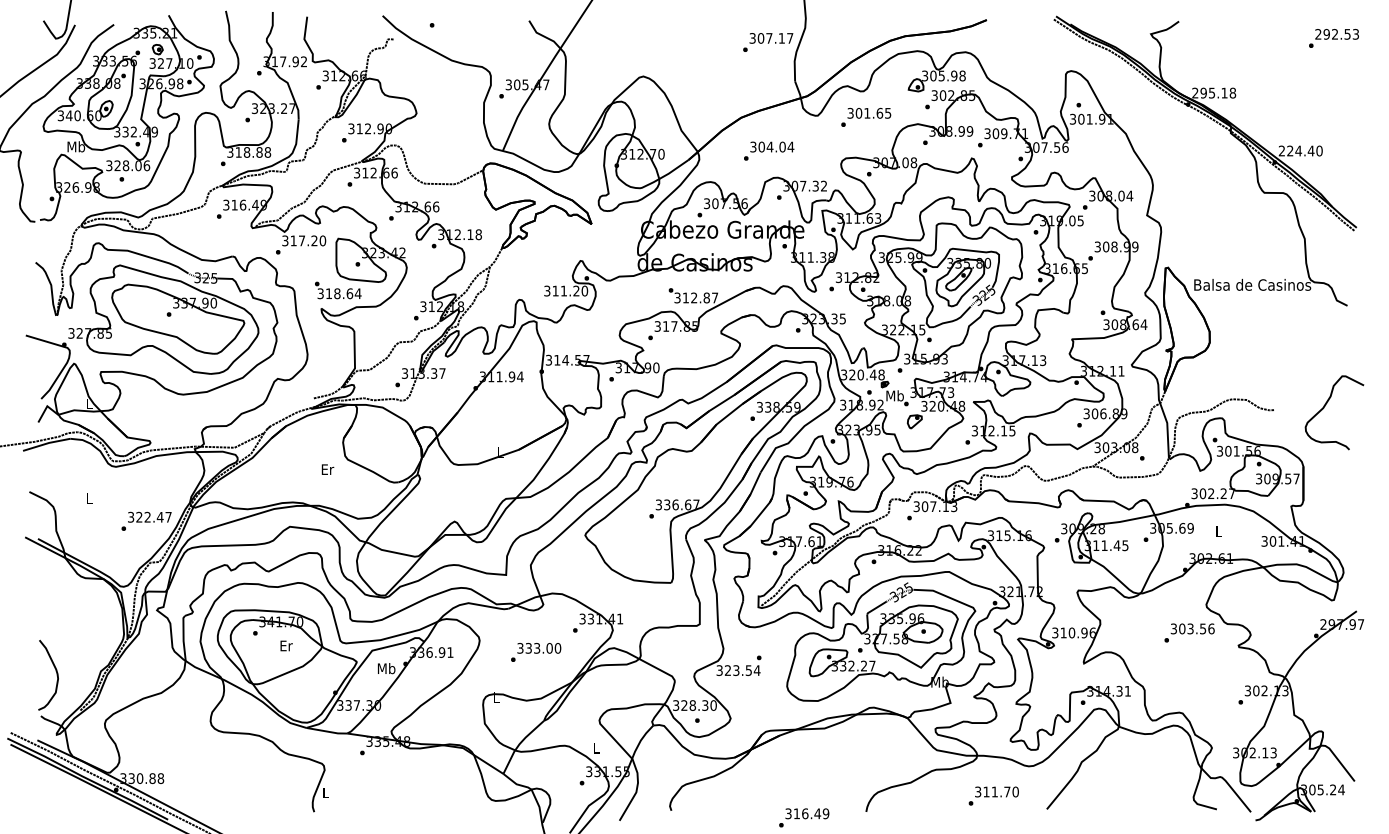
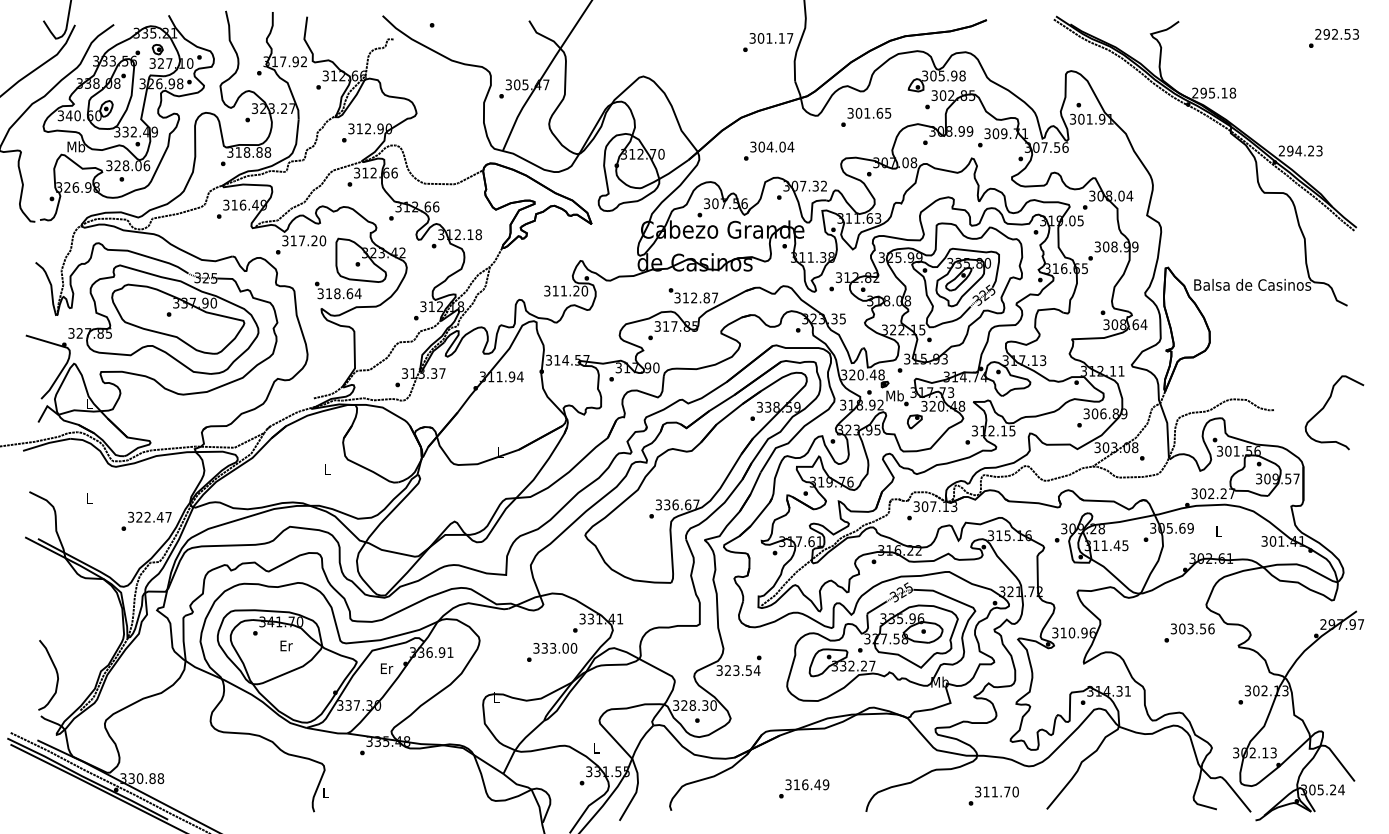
text at (769, 38): 307.17 -> 301.17
text at (1304, 150): 224.40 -> 294.23
text at (327, 469): Er -> L
text at (536, 652) position: (536, 652) -> (552, 652)
text at (386, 668): Mb -> Er
text at (804, 817) position: (804, 817) -> (804, 788)
